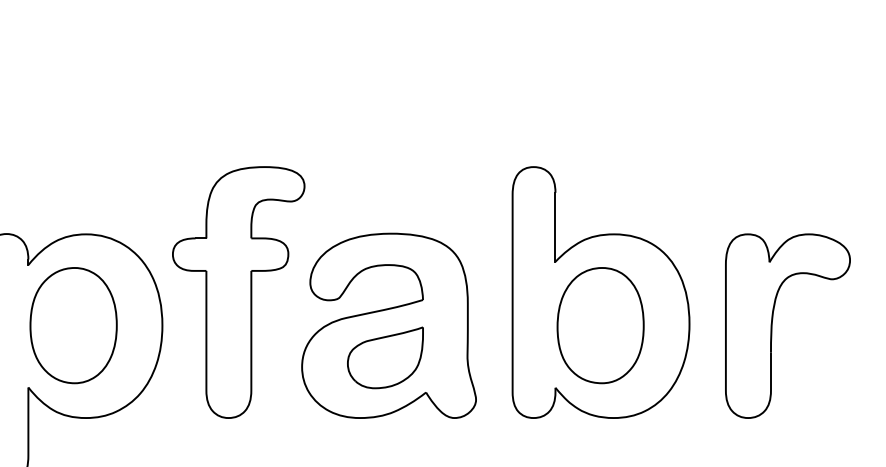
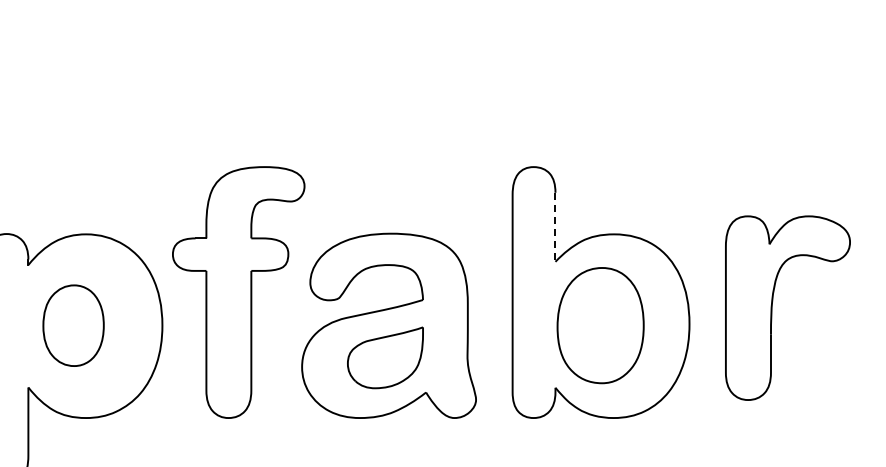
line at (555, 227): solid -> dashed
part at (73, 325) size: 89x118 px -> 63x83 px
part at (772, 325) position: (772, 325) -> (772, 307)
